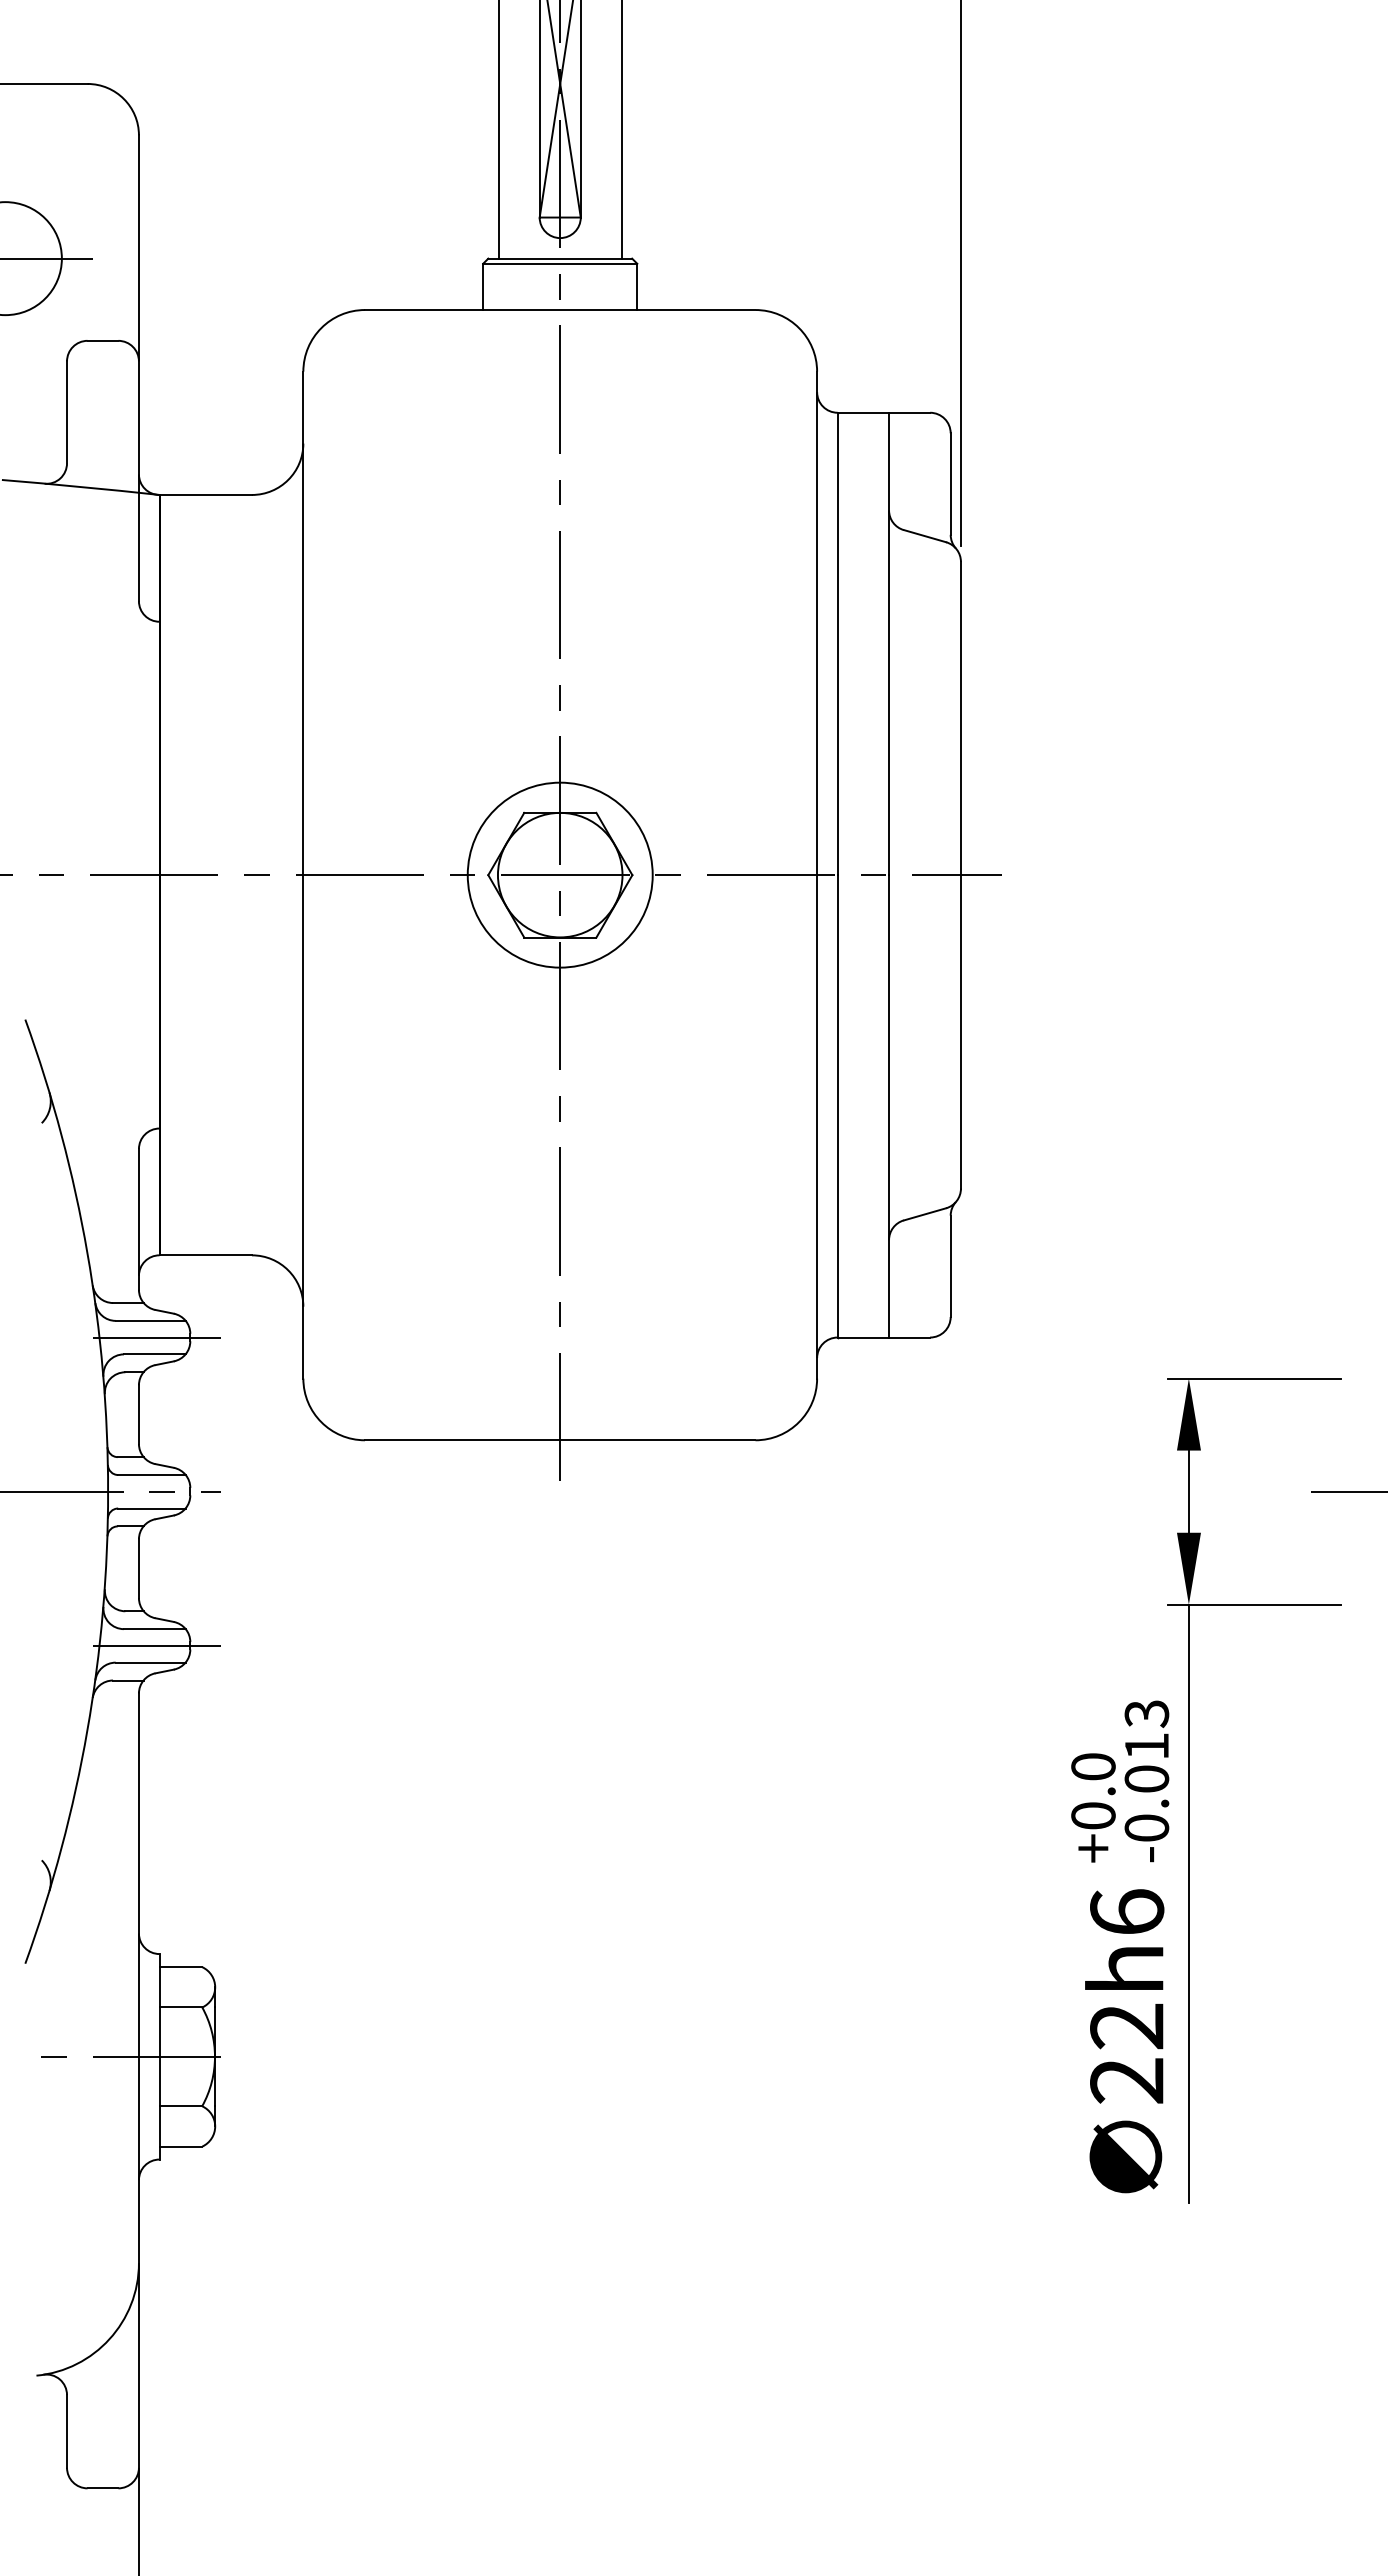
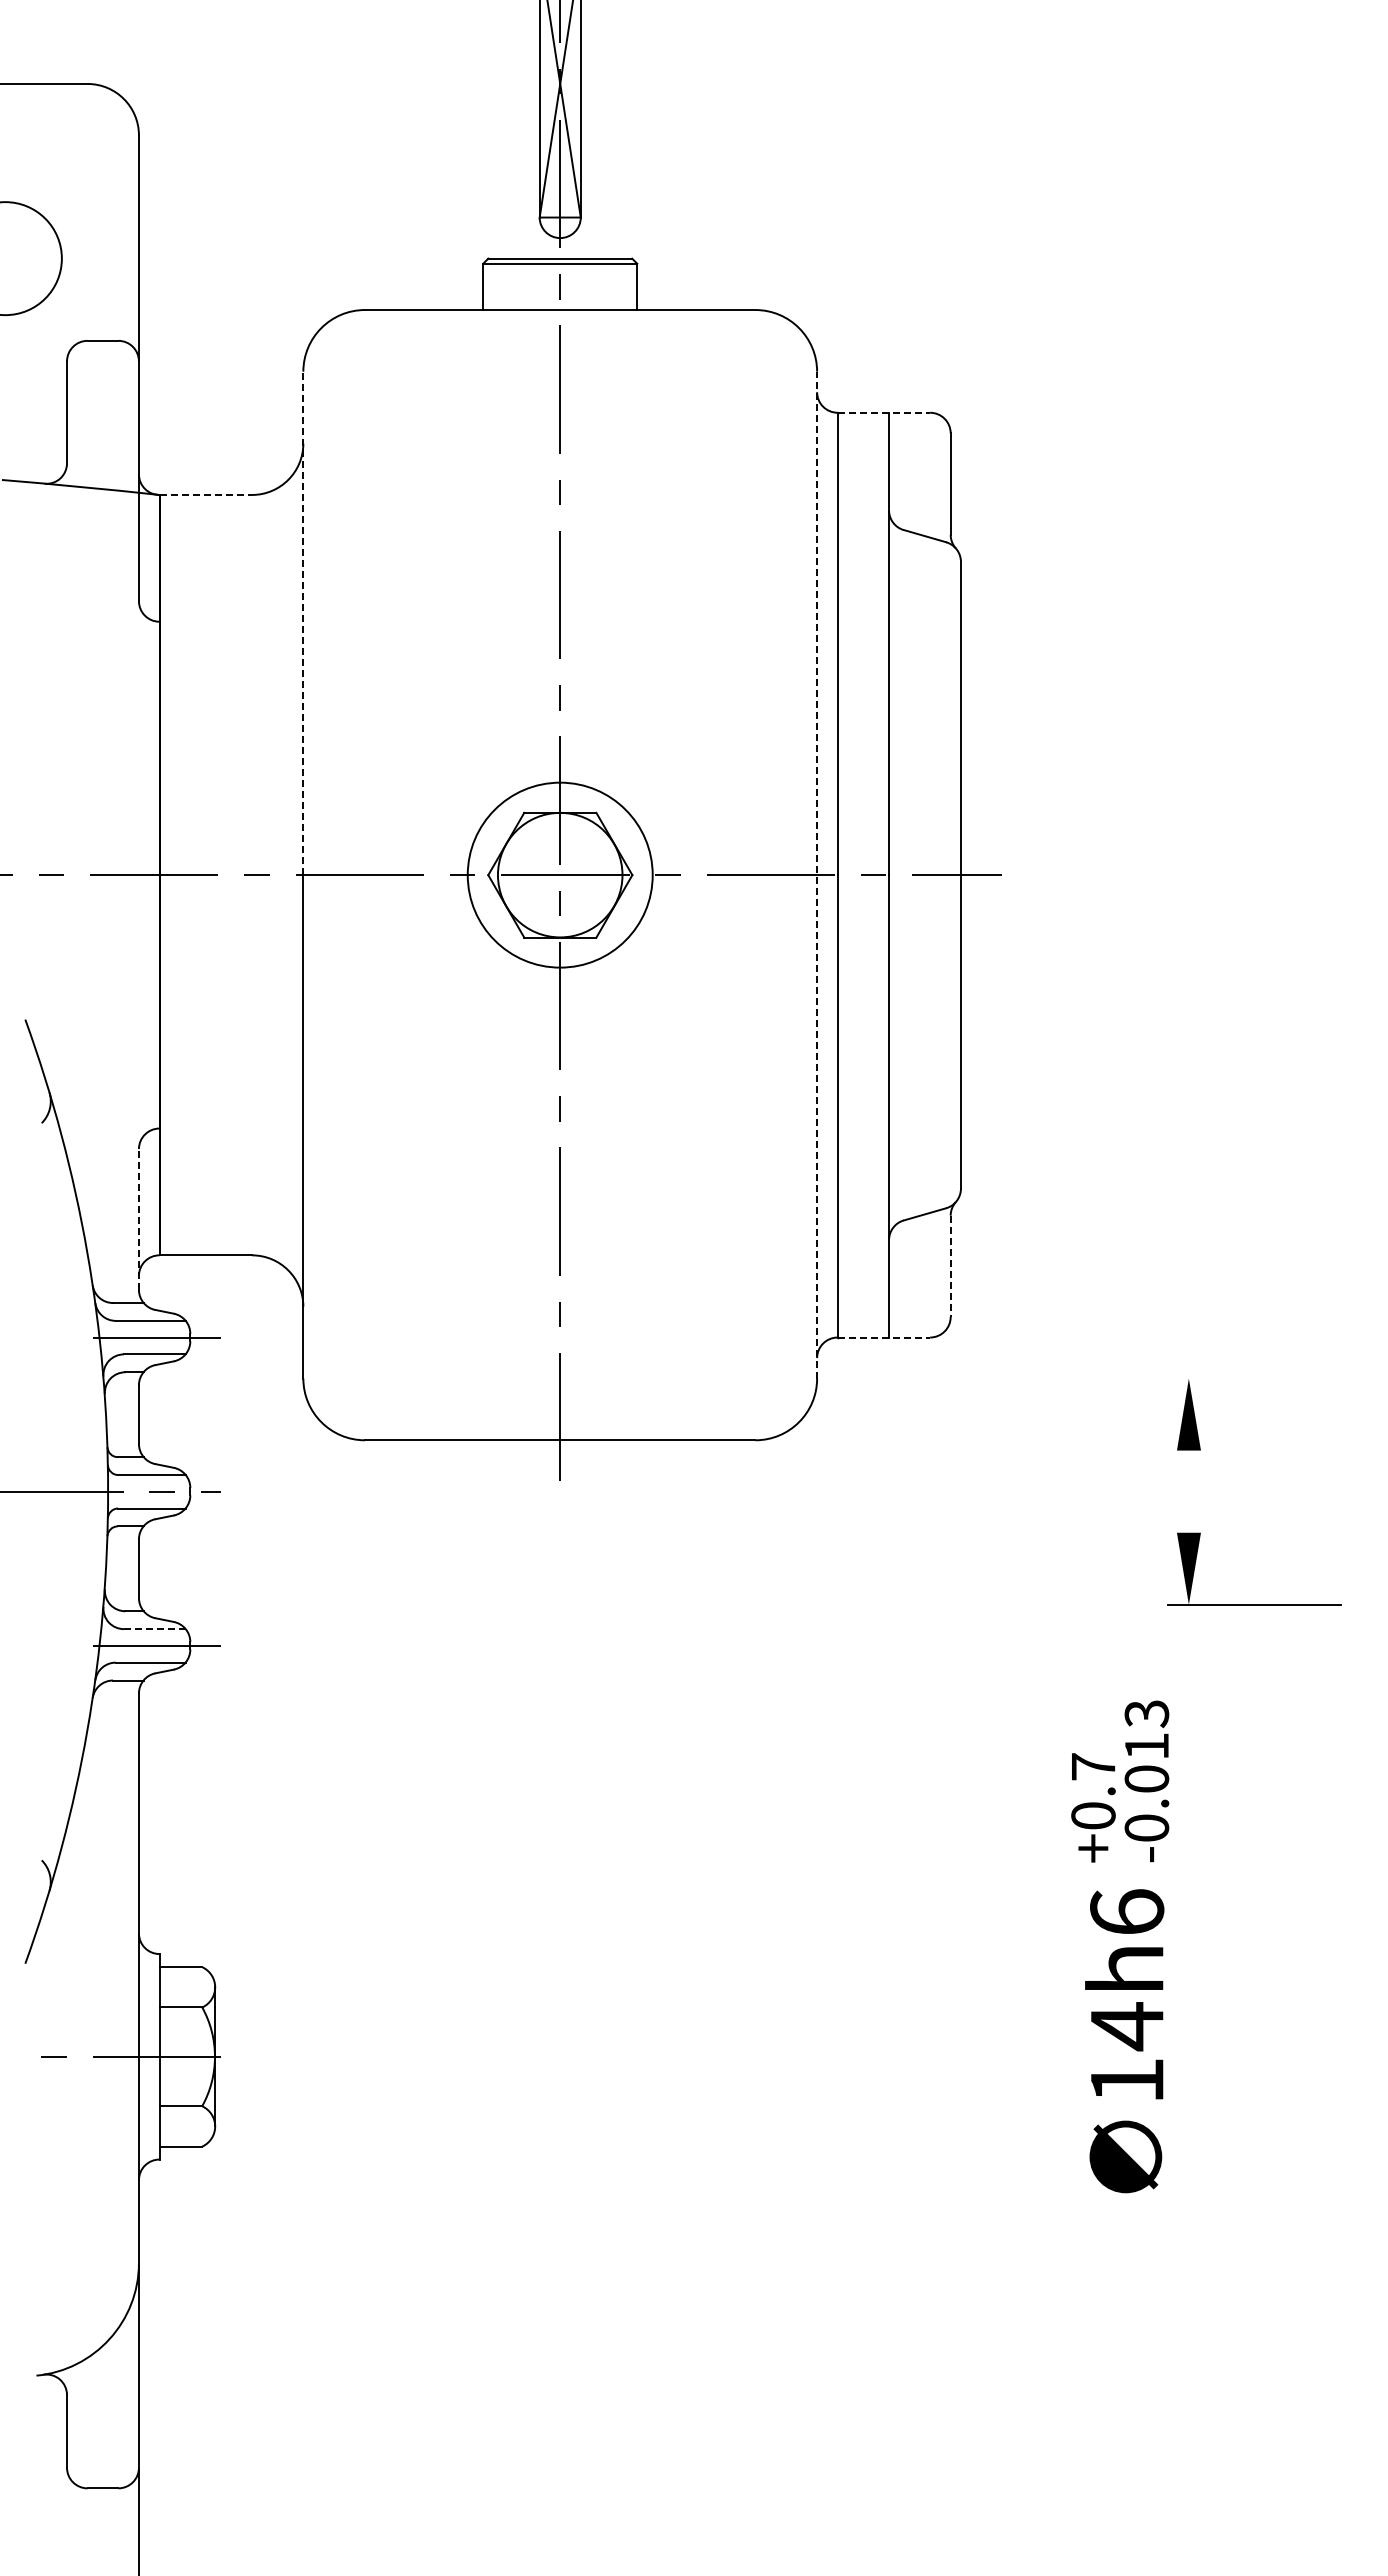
line at (498, 130): present -> none
line at (621, 130): present -> none
line at (47, 258): present -> none
line at (960, 273): present -> none
line at (884, 412): solid -> dashed
line at (206, 494): solid -> dashed
line at (303, 623): solid -> dashed
line at (817, 874): solid -> dashed
line at (138, 1218): solid -> dashed
line at (950, 1266): solid -> dashed
line at (884, 1337): solid -> dashed
line at (1254, 1378): present -> none
line at (1188, 1491): present -> none
line at (1347, 1491): present -> none
line at (154, 1629): solid -> dashed
text at (1093, 1766): +0.0 -> +0.7
line at (1188, 1903): present -> none
text at (1126, 2052): 22h6 -> 14h6
